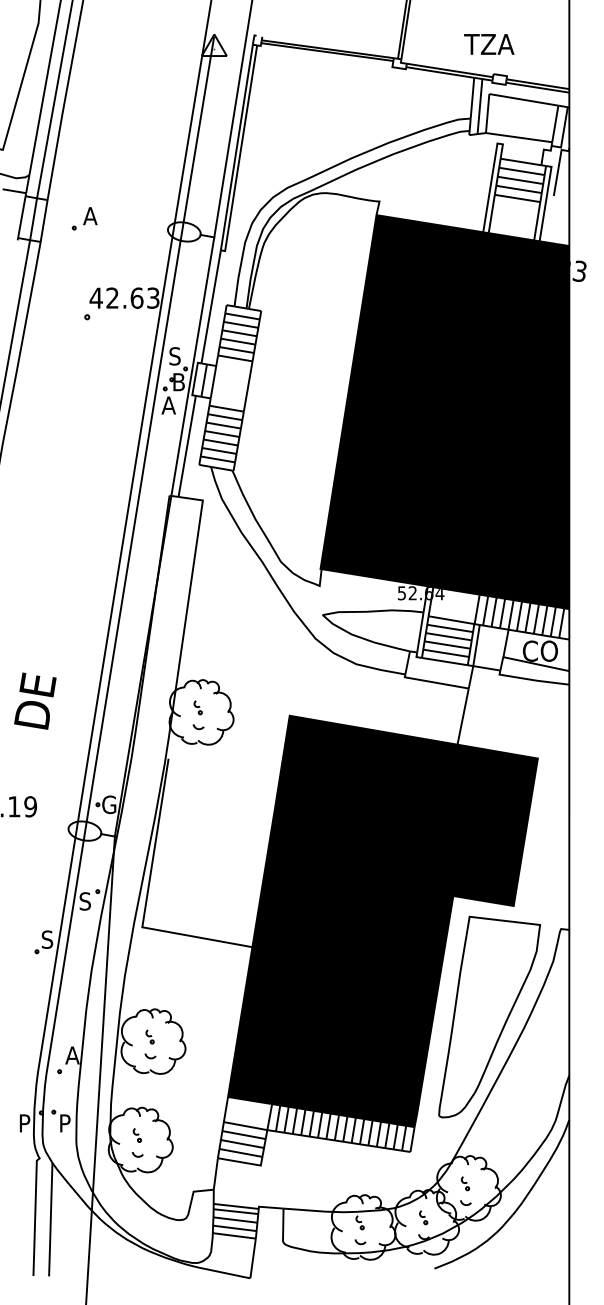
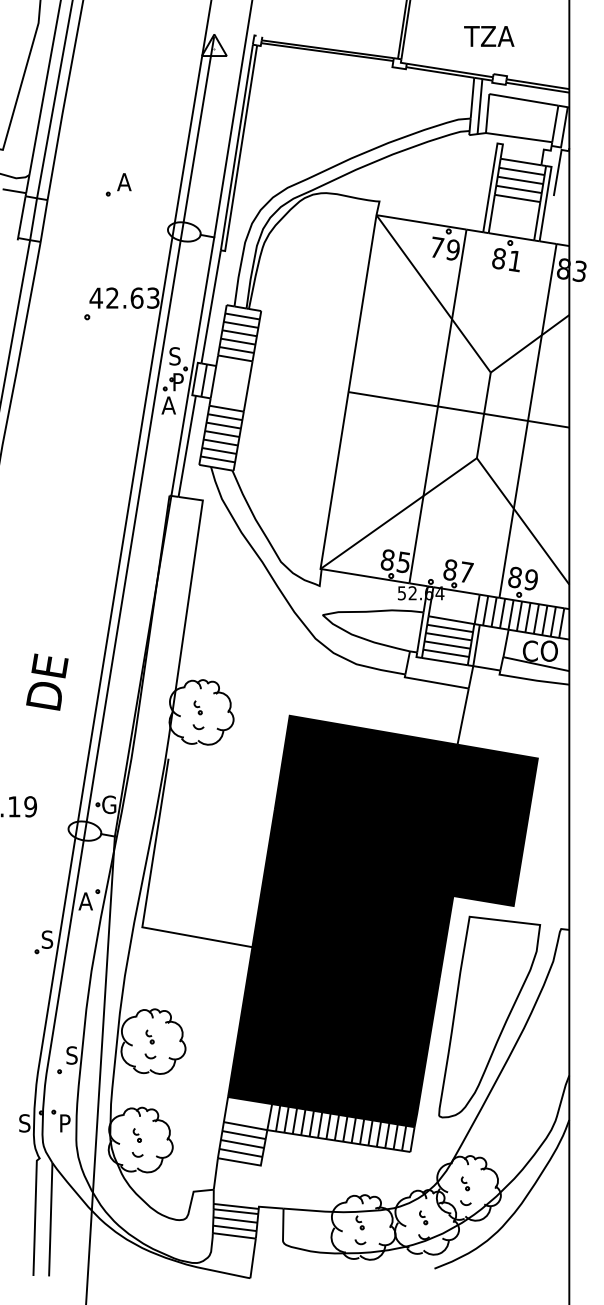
text at (489, 44) position: (489, 44) -> (489, 36)
part at (84, 218) position: (84, 218) -> (118, 184)
text at (179, 382): B -> P
fill at (444, 412): present -> none
text at (35, 700) position: (35, 700) -> (47, 681)
text at (85, 901): S -> A
text at (72, 1055): A -> S
text at (24, 1123): P -> S
